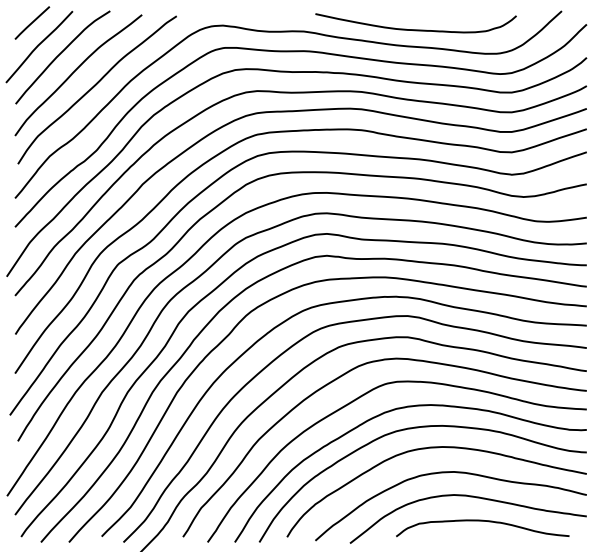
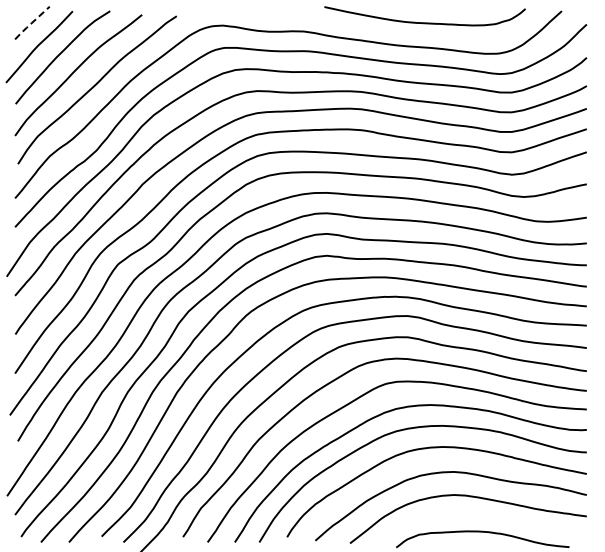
line at (30, 23): solid -> dashed
curve at (415, 29) position: (415, 29) -> (424, 22)
curve at (482, 521) position: (482, 521) -> (482, 532)
